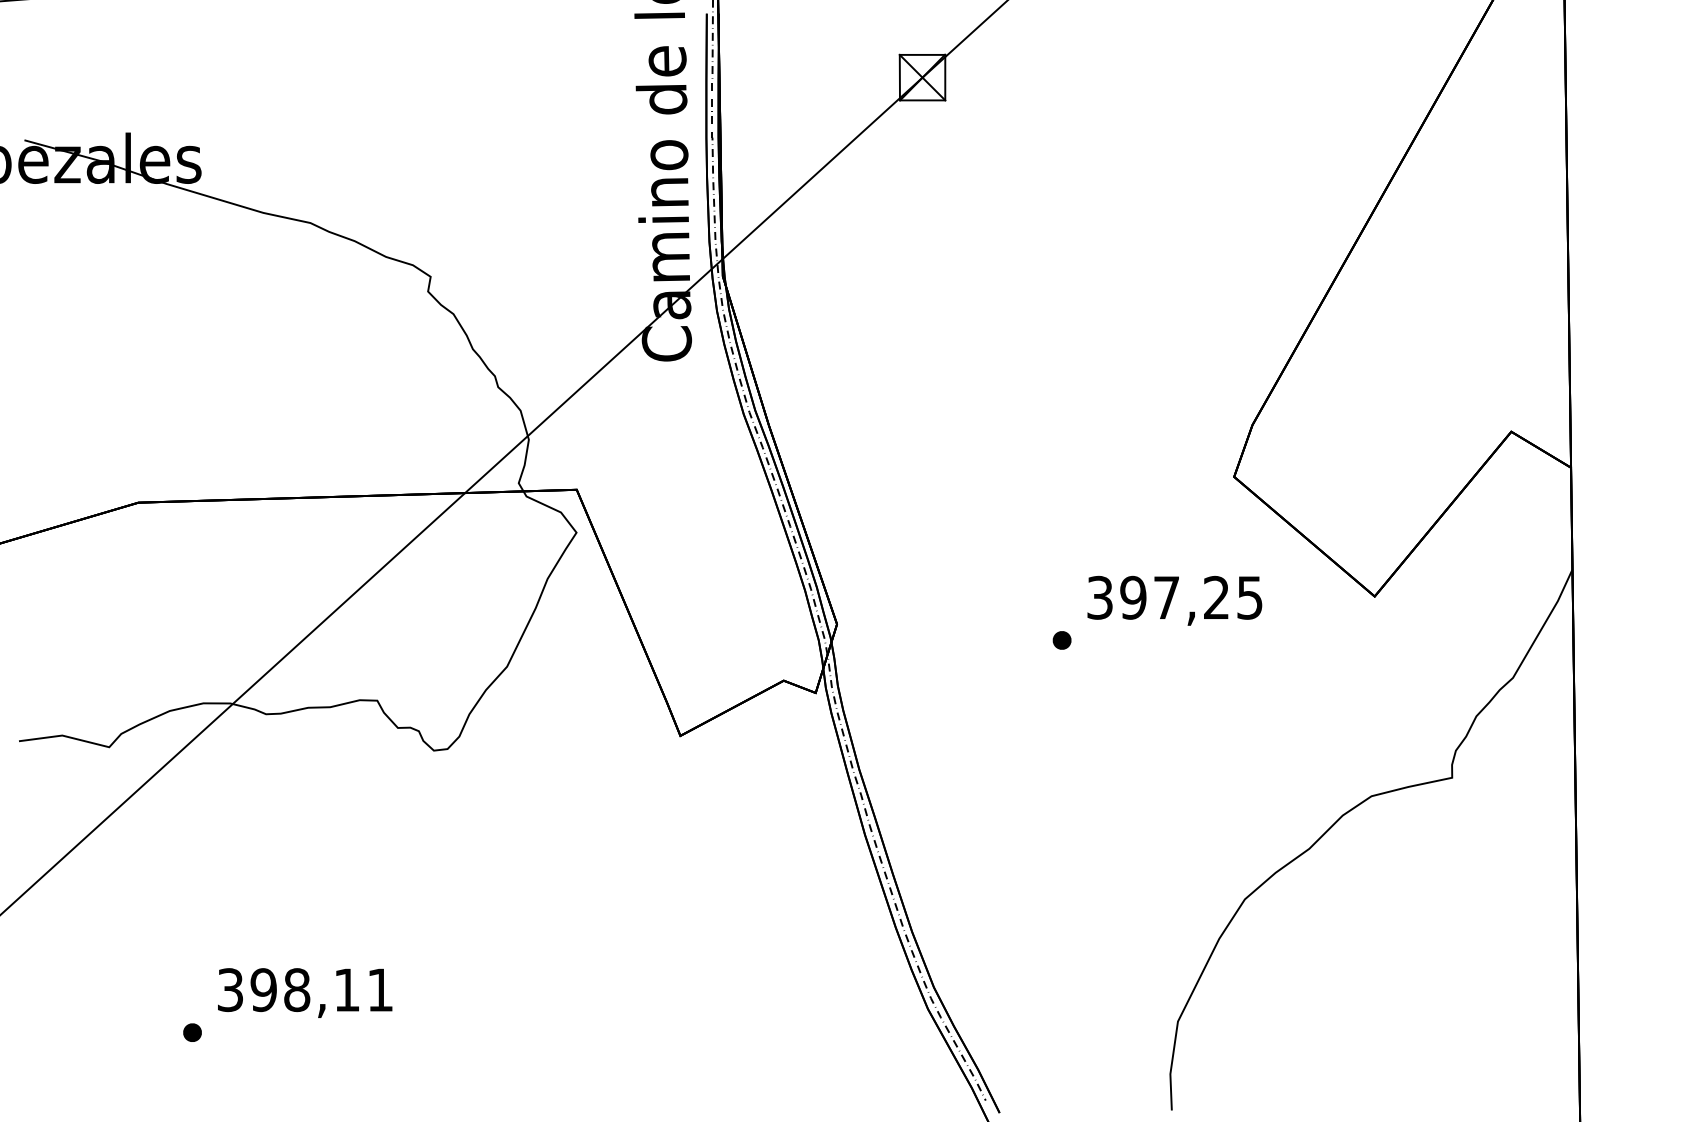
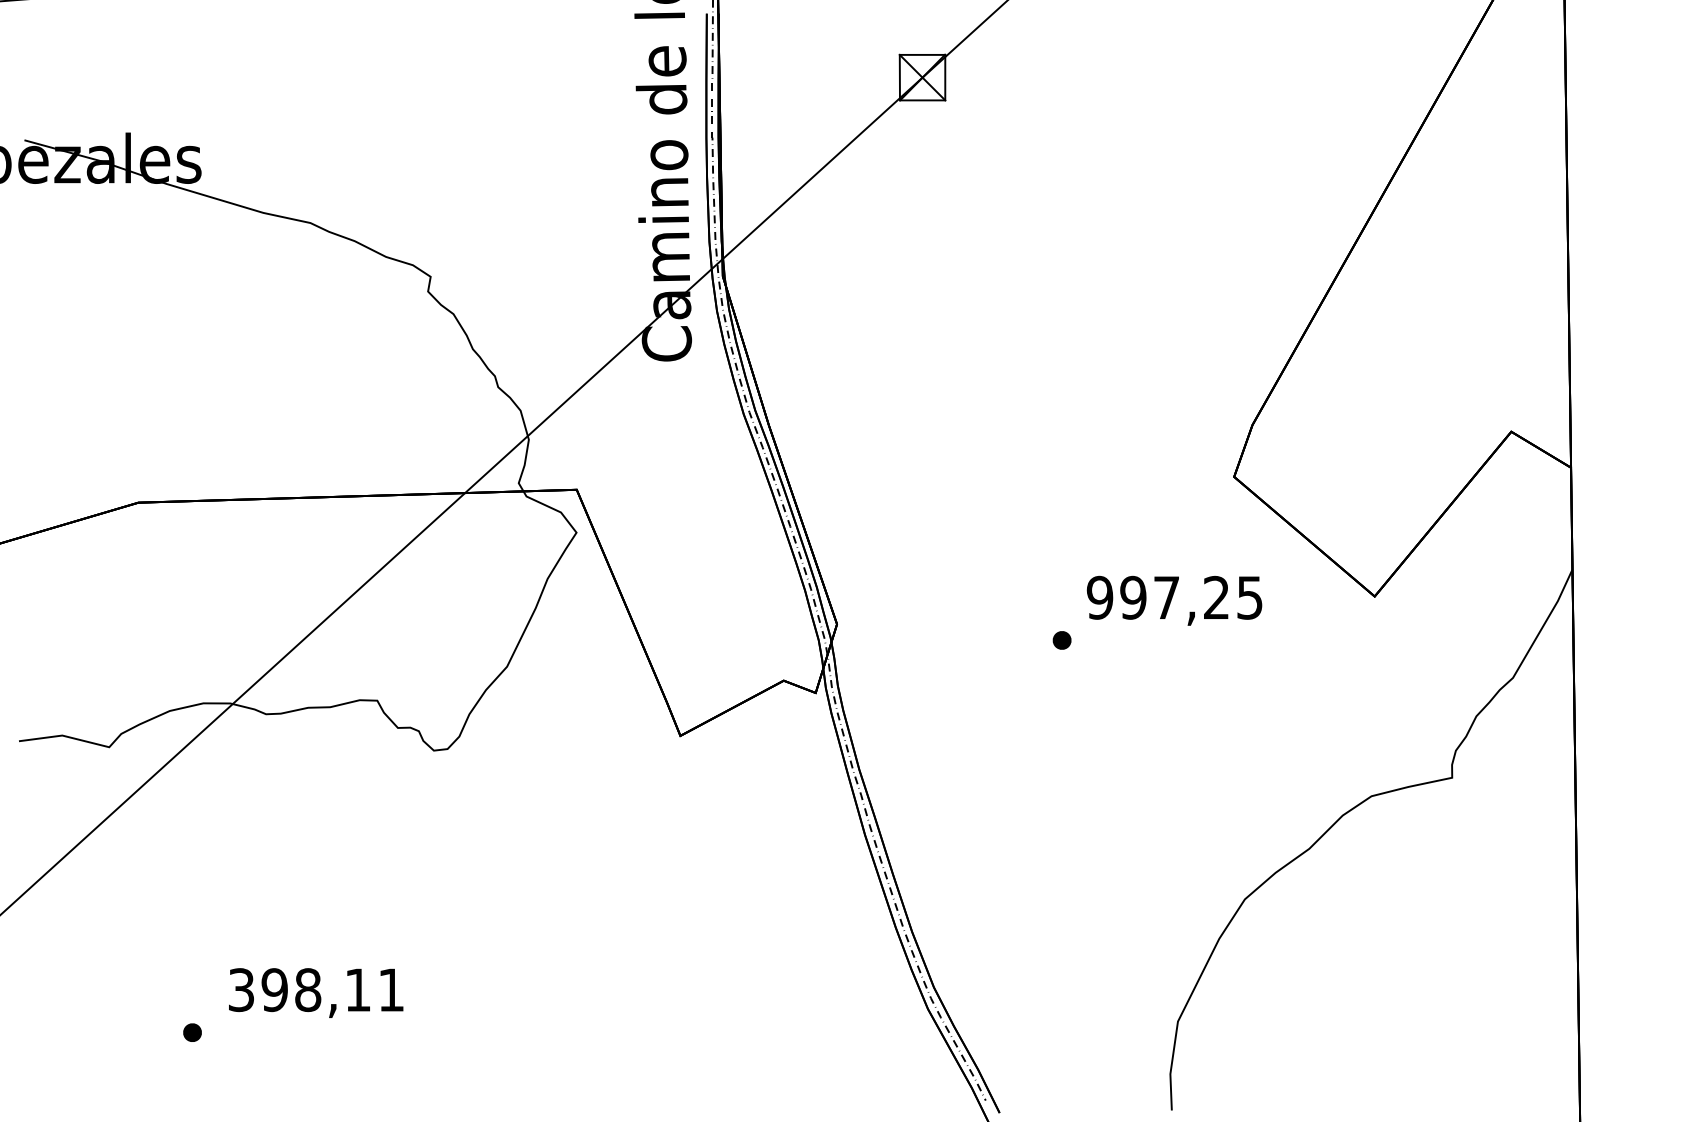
text at (1099, 597): 397,25 -> 997,25
text at (305, 992) position: (305, 992) -> (316, 992)
